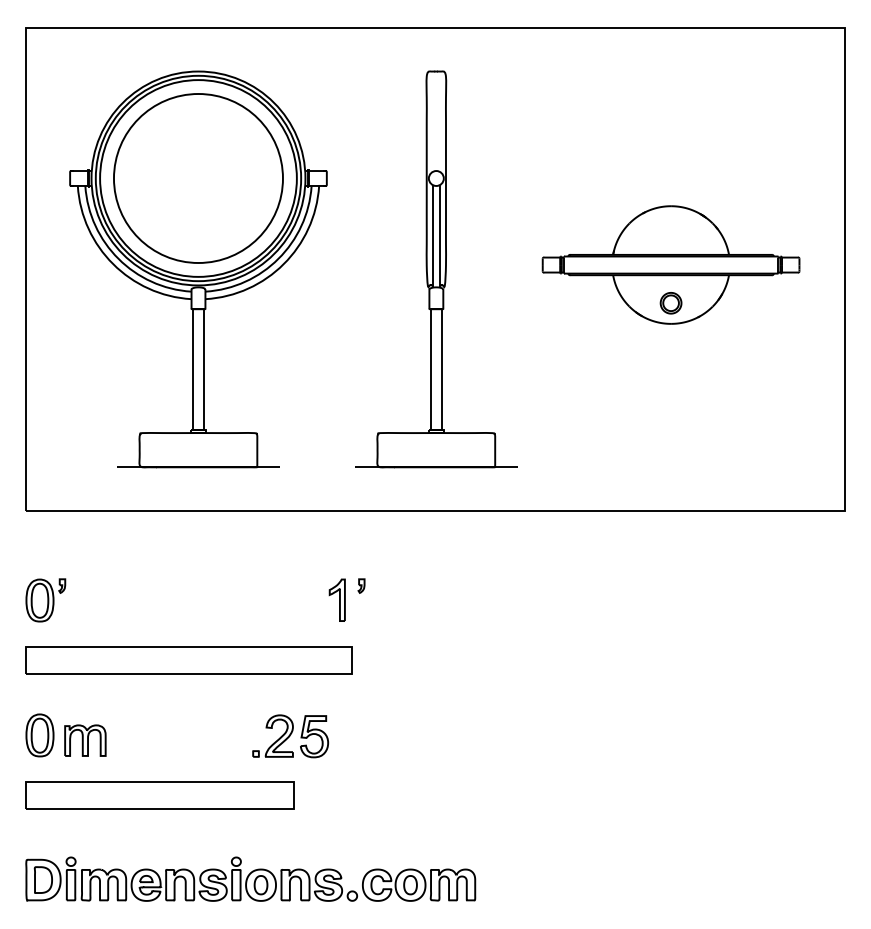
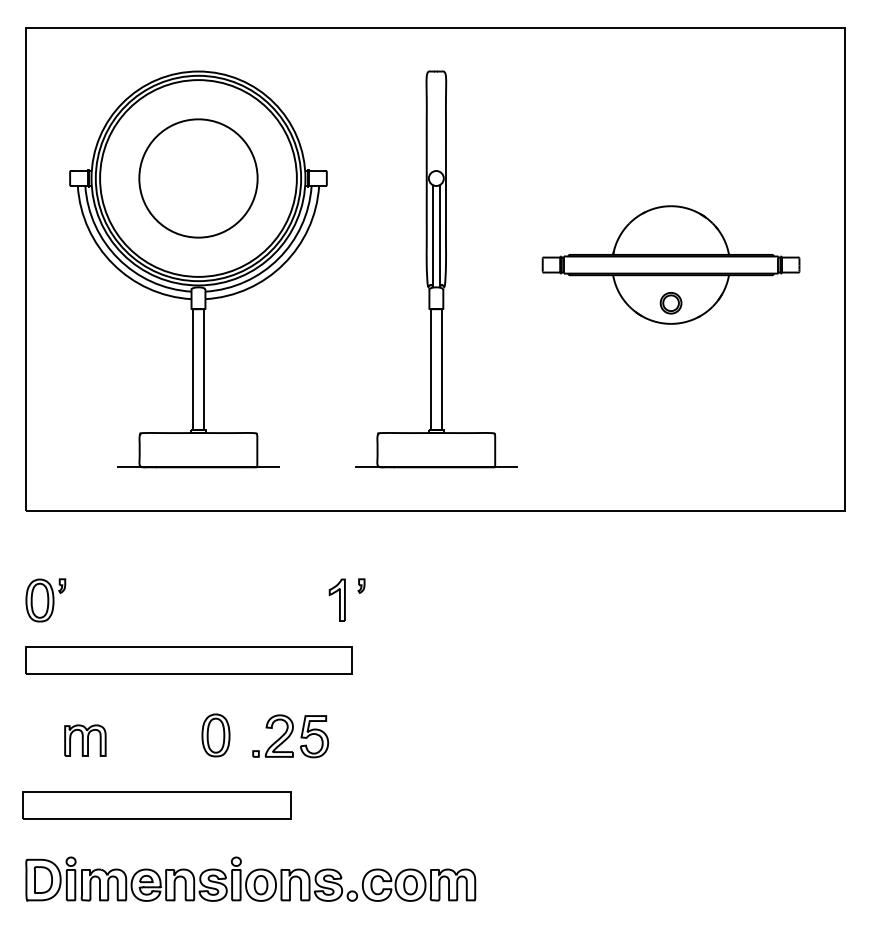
circle at (197, 178) diameter: 169 px -> 118 px
part at (39, 735) position: (39, 735) -> (215, 735)
part at (159, 795) position: (159, 795) -> (156, 805)
